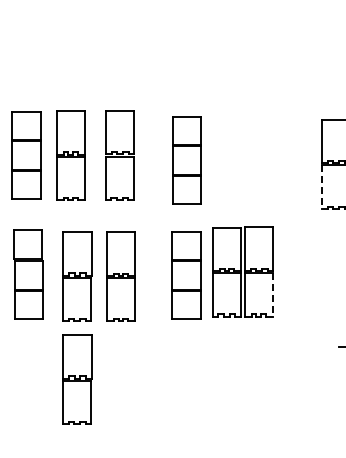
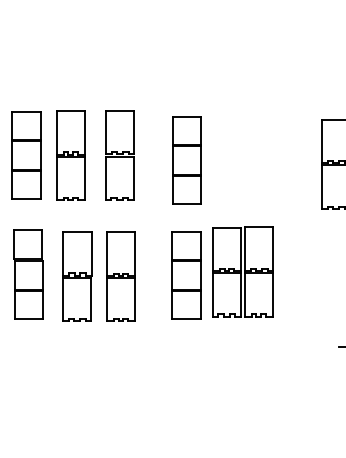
line at (321, 187): dashed -> solid
line at (273, 294): dashed -> solid
part at (77, 379): present -> none
